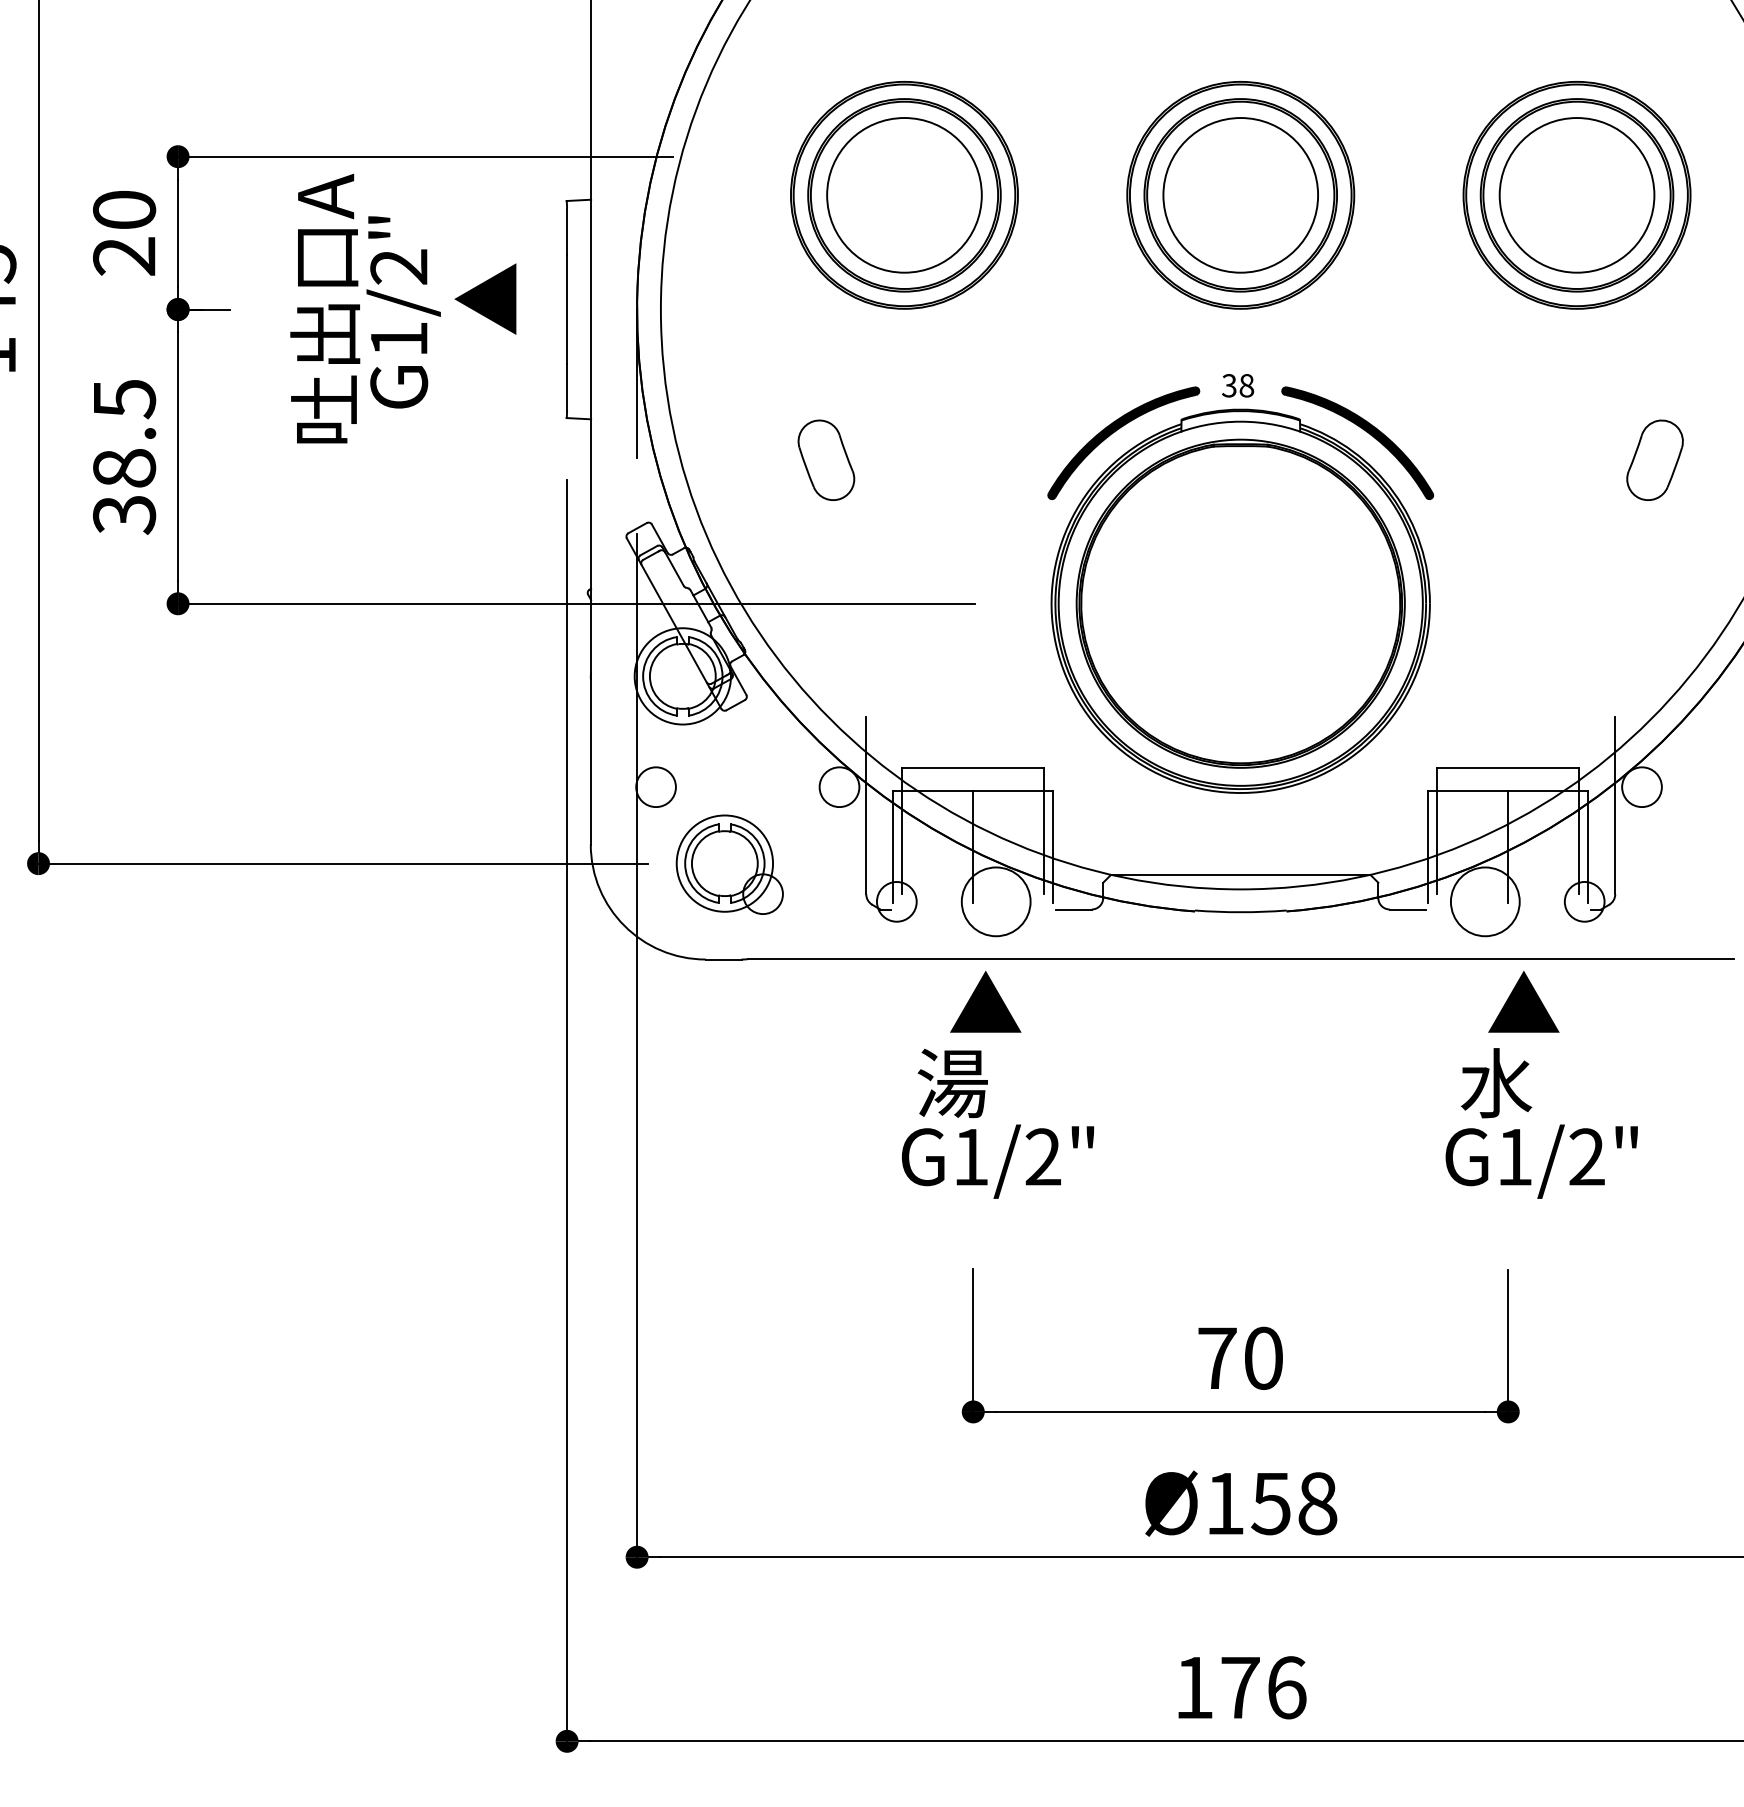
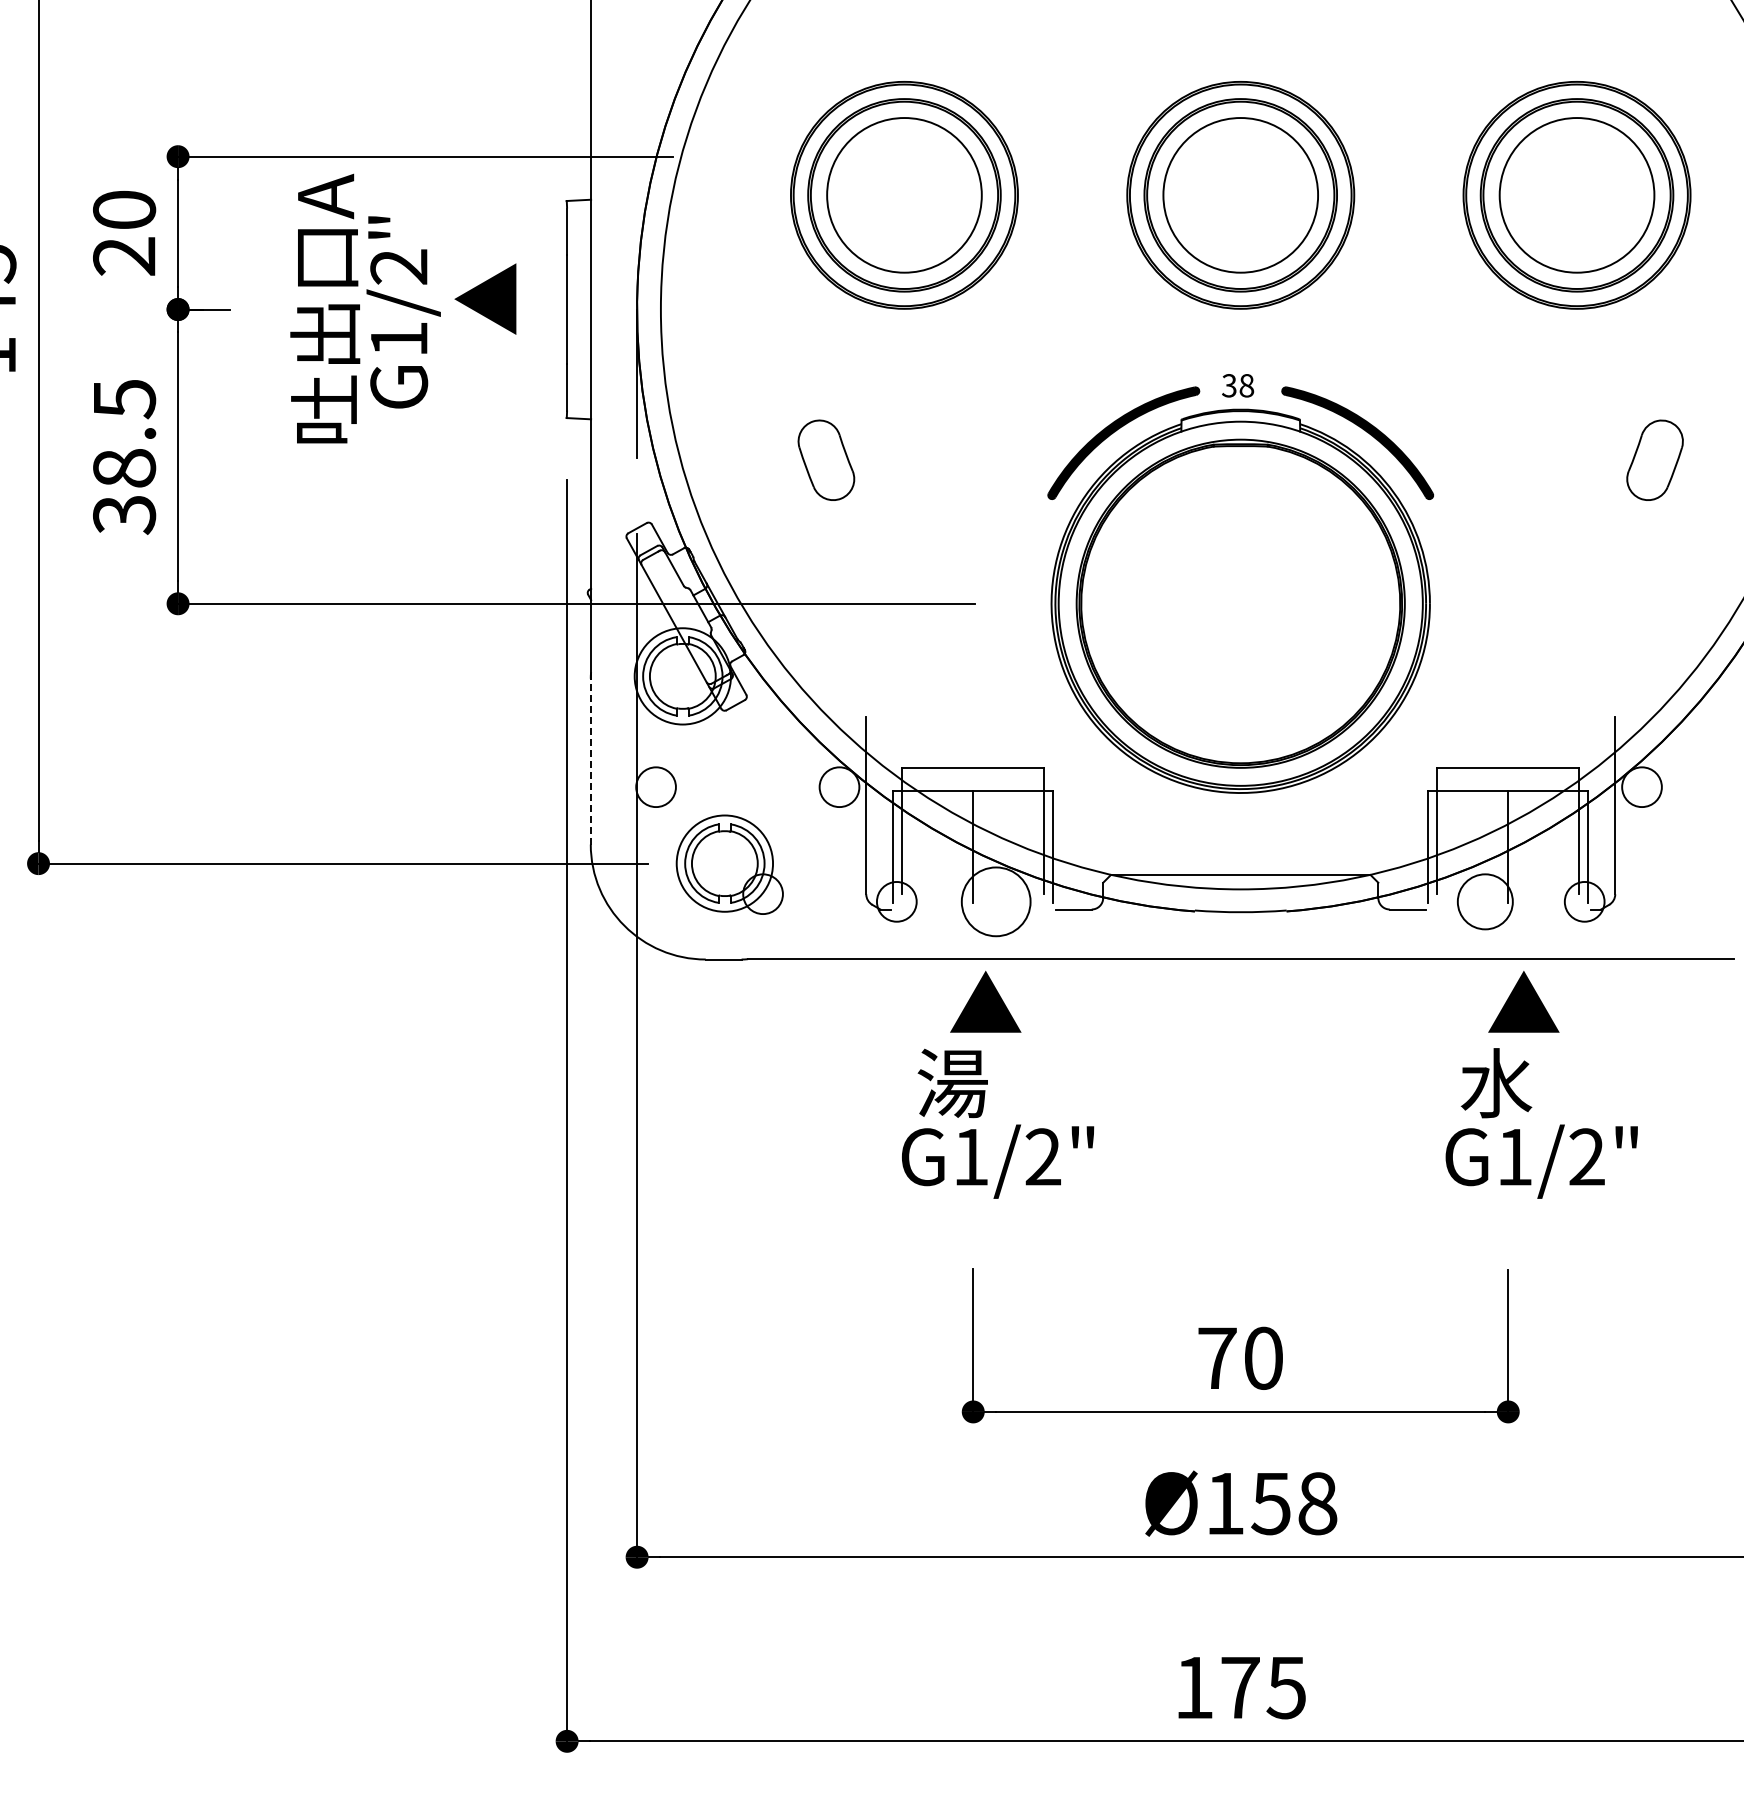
line at (590, 761): solid -> dashed
circle at (1484, 901) diameter: 69 px -> 55 px
text at (1286, 1687): 176 -> 175
